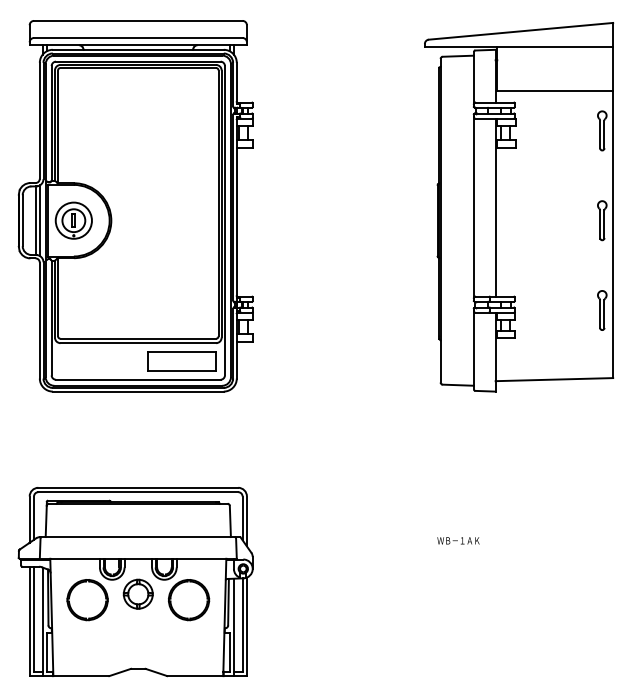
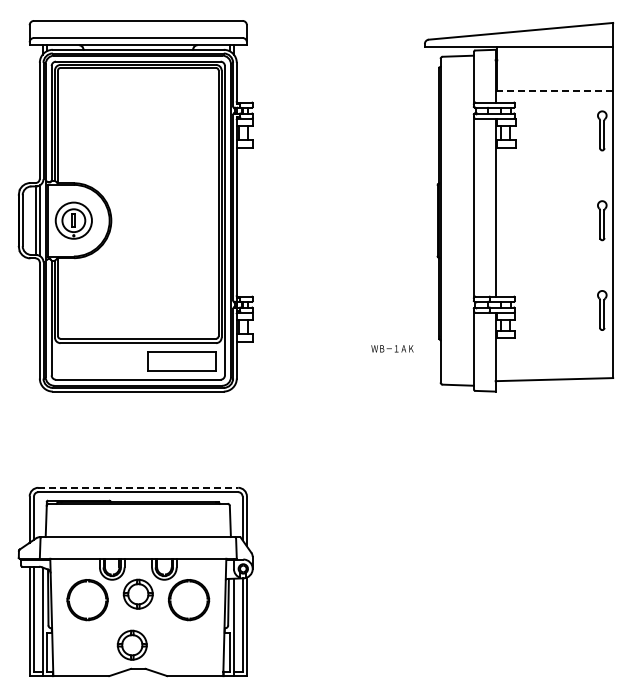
line at (555, 90): solid -> dashed
line at (138, 487): solid -> dashed
text at (458, 540) position: (458, 540) -> (392, 348)
part at (131, 644): none -> present
